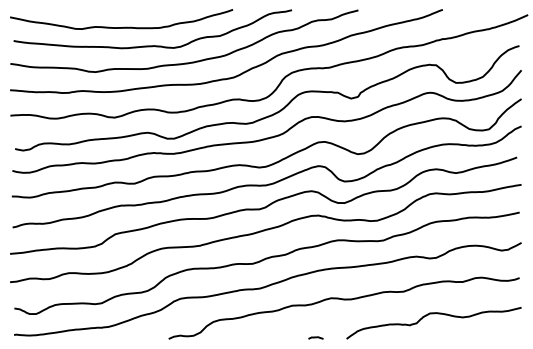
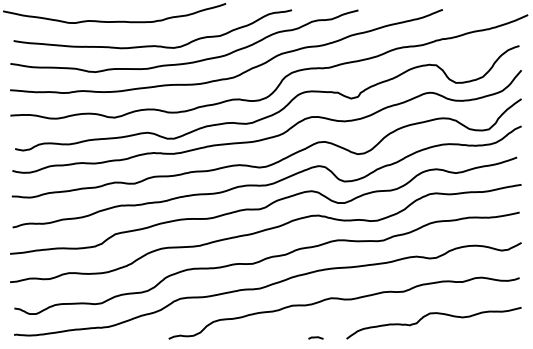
curve at (124, 26) position: (124, 26) -> (117, 20)
